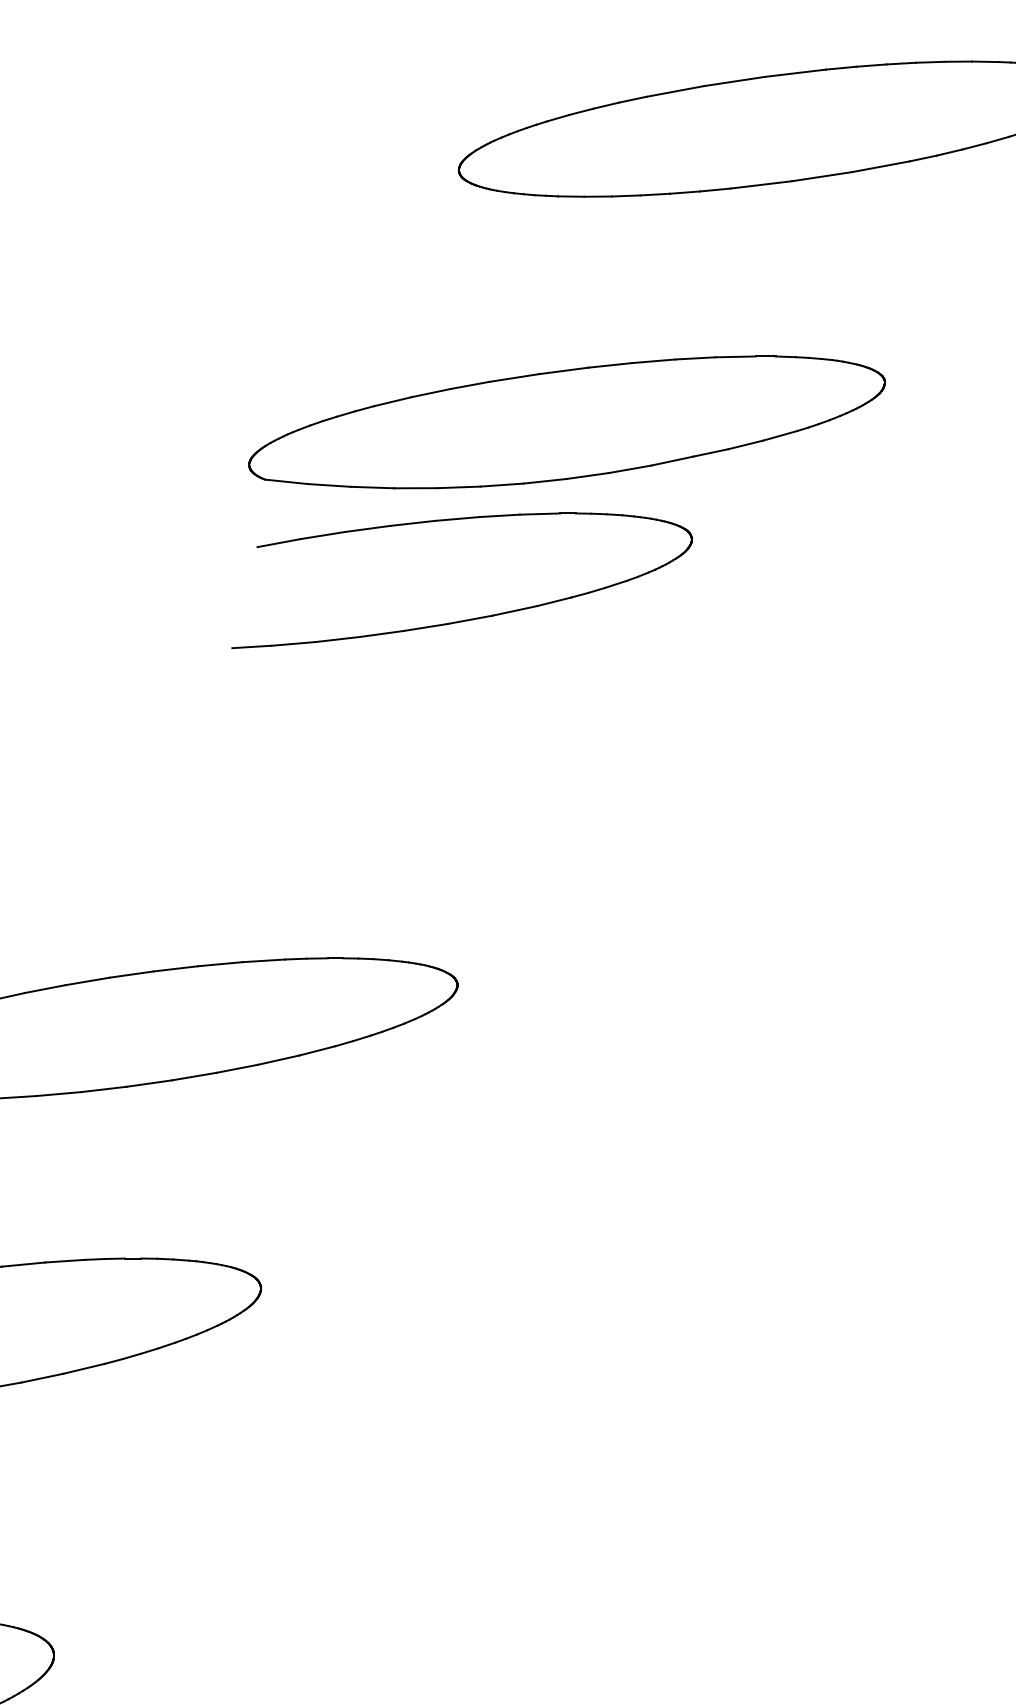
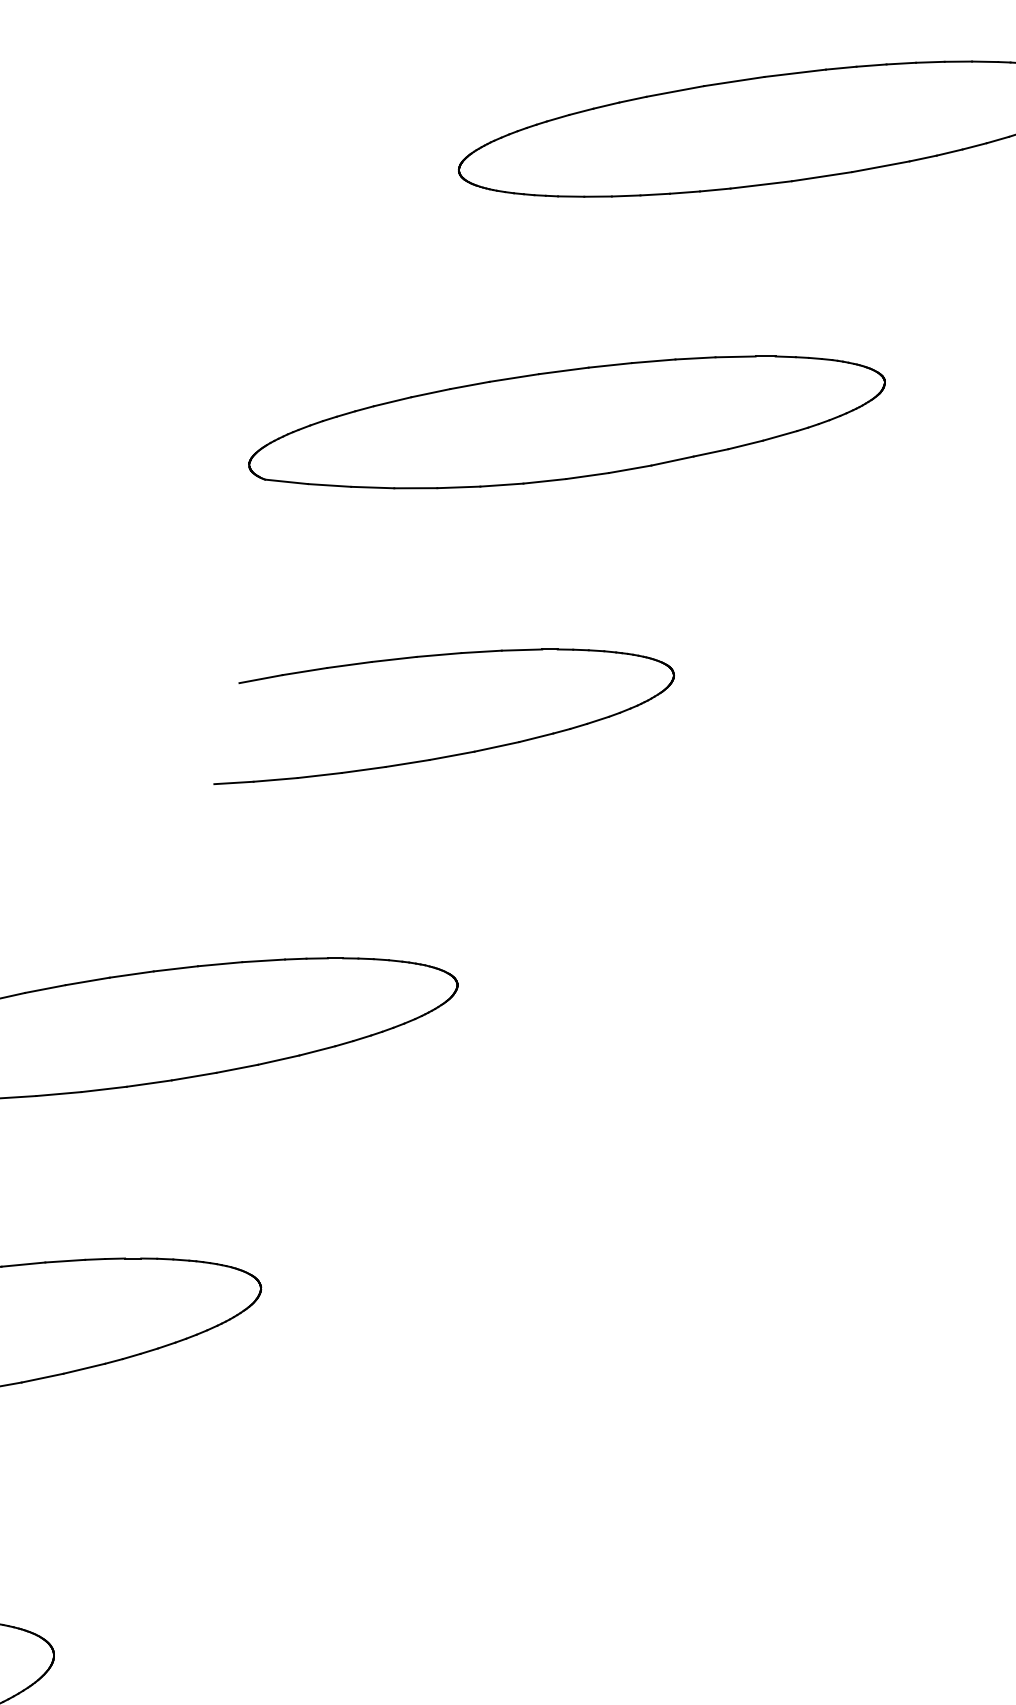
part at (470, 618) position: (470, 618) -> (452, 754)
